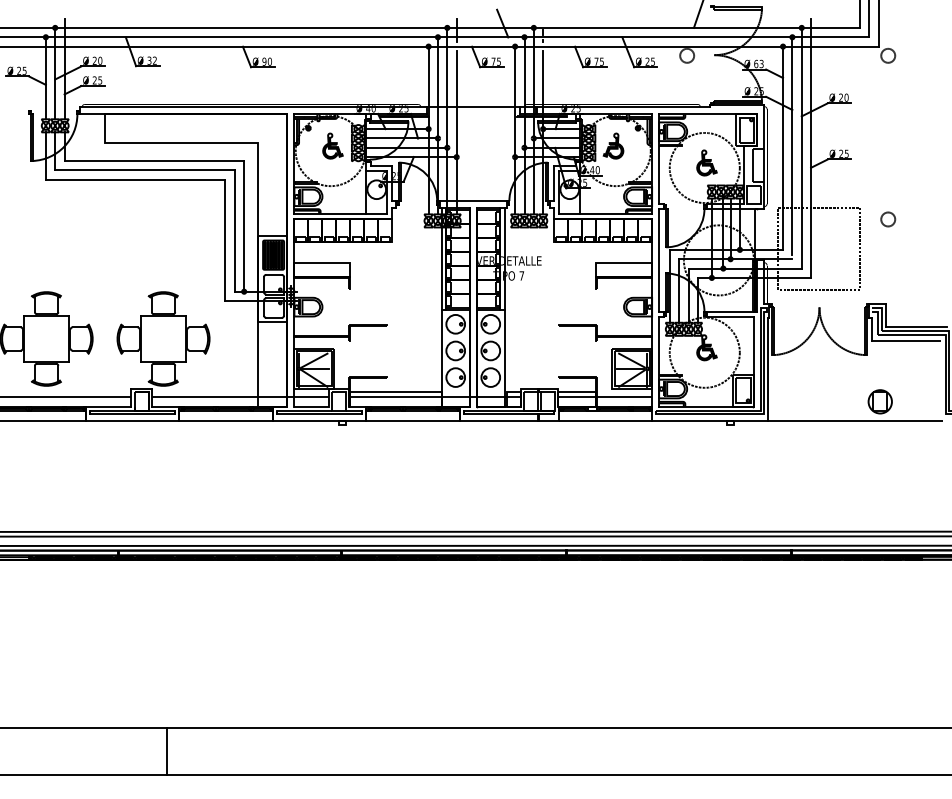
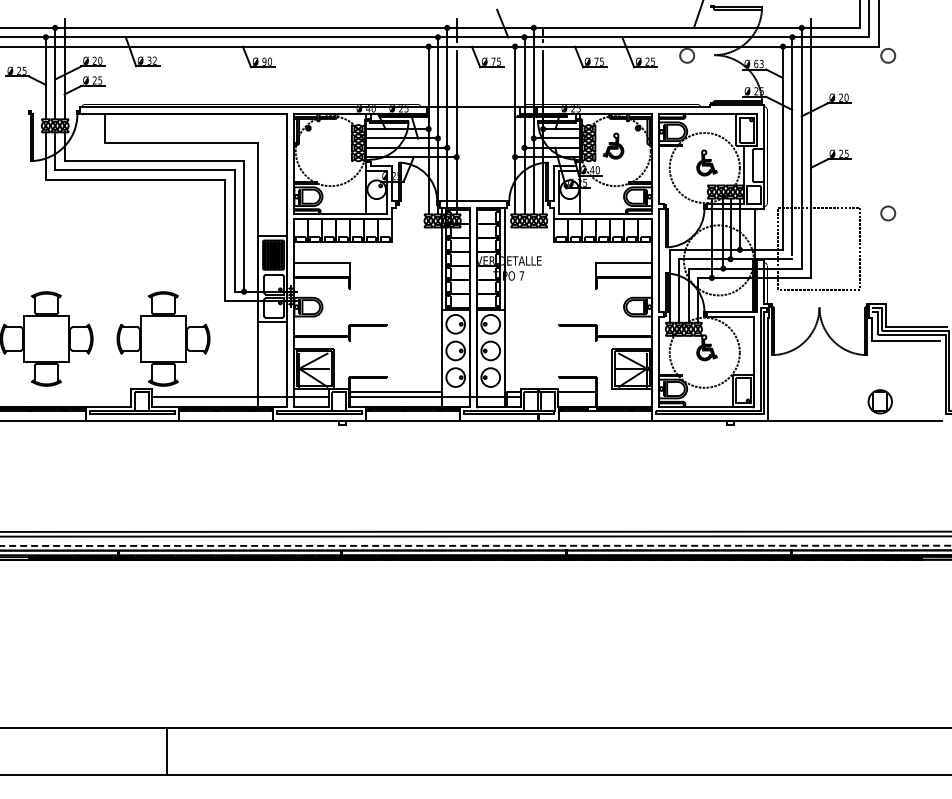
part at (332, 145): present -> none
circle at (888, 219) position: (888, 219) -> (888, 213)
line at (66, 397): present -> none
line at (605, 397): present -> none
line at (475, 545): solid -> dashed
